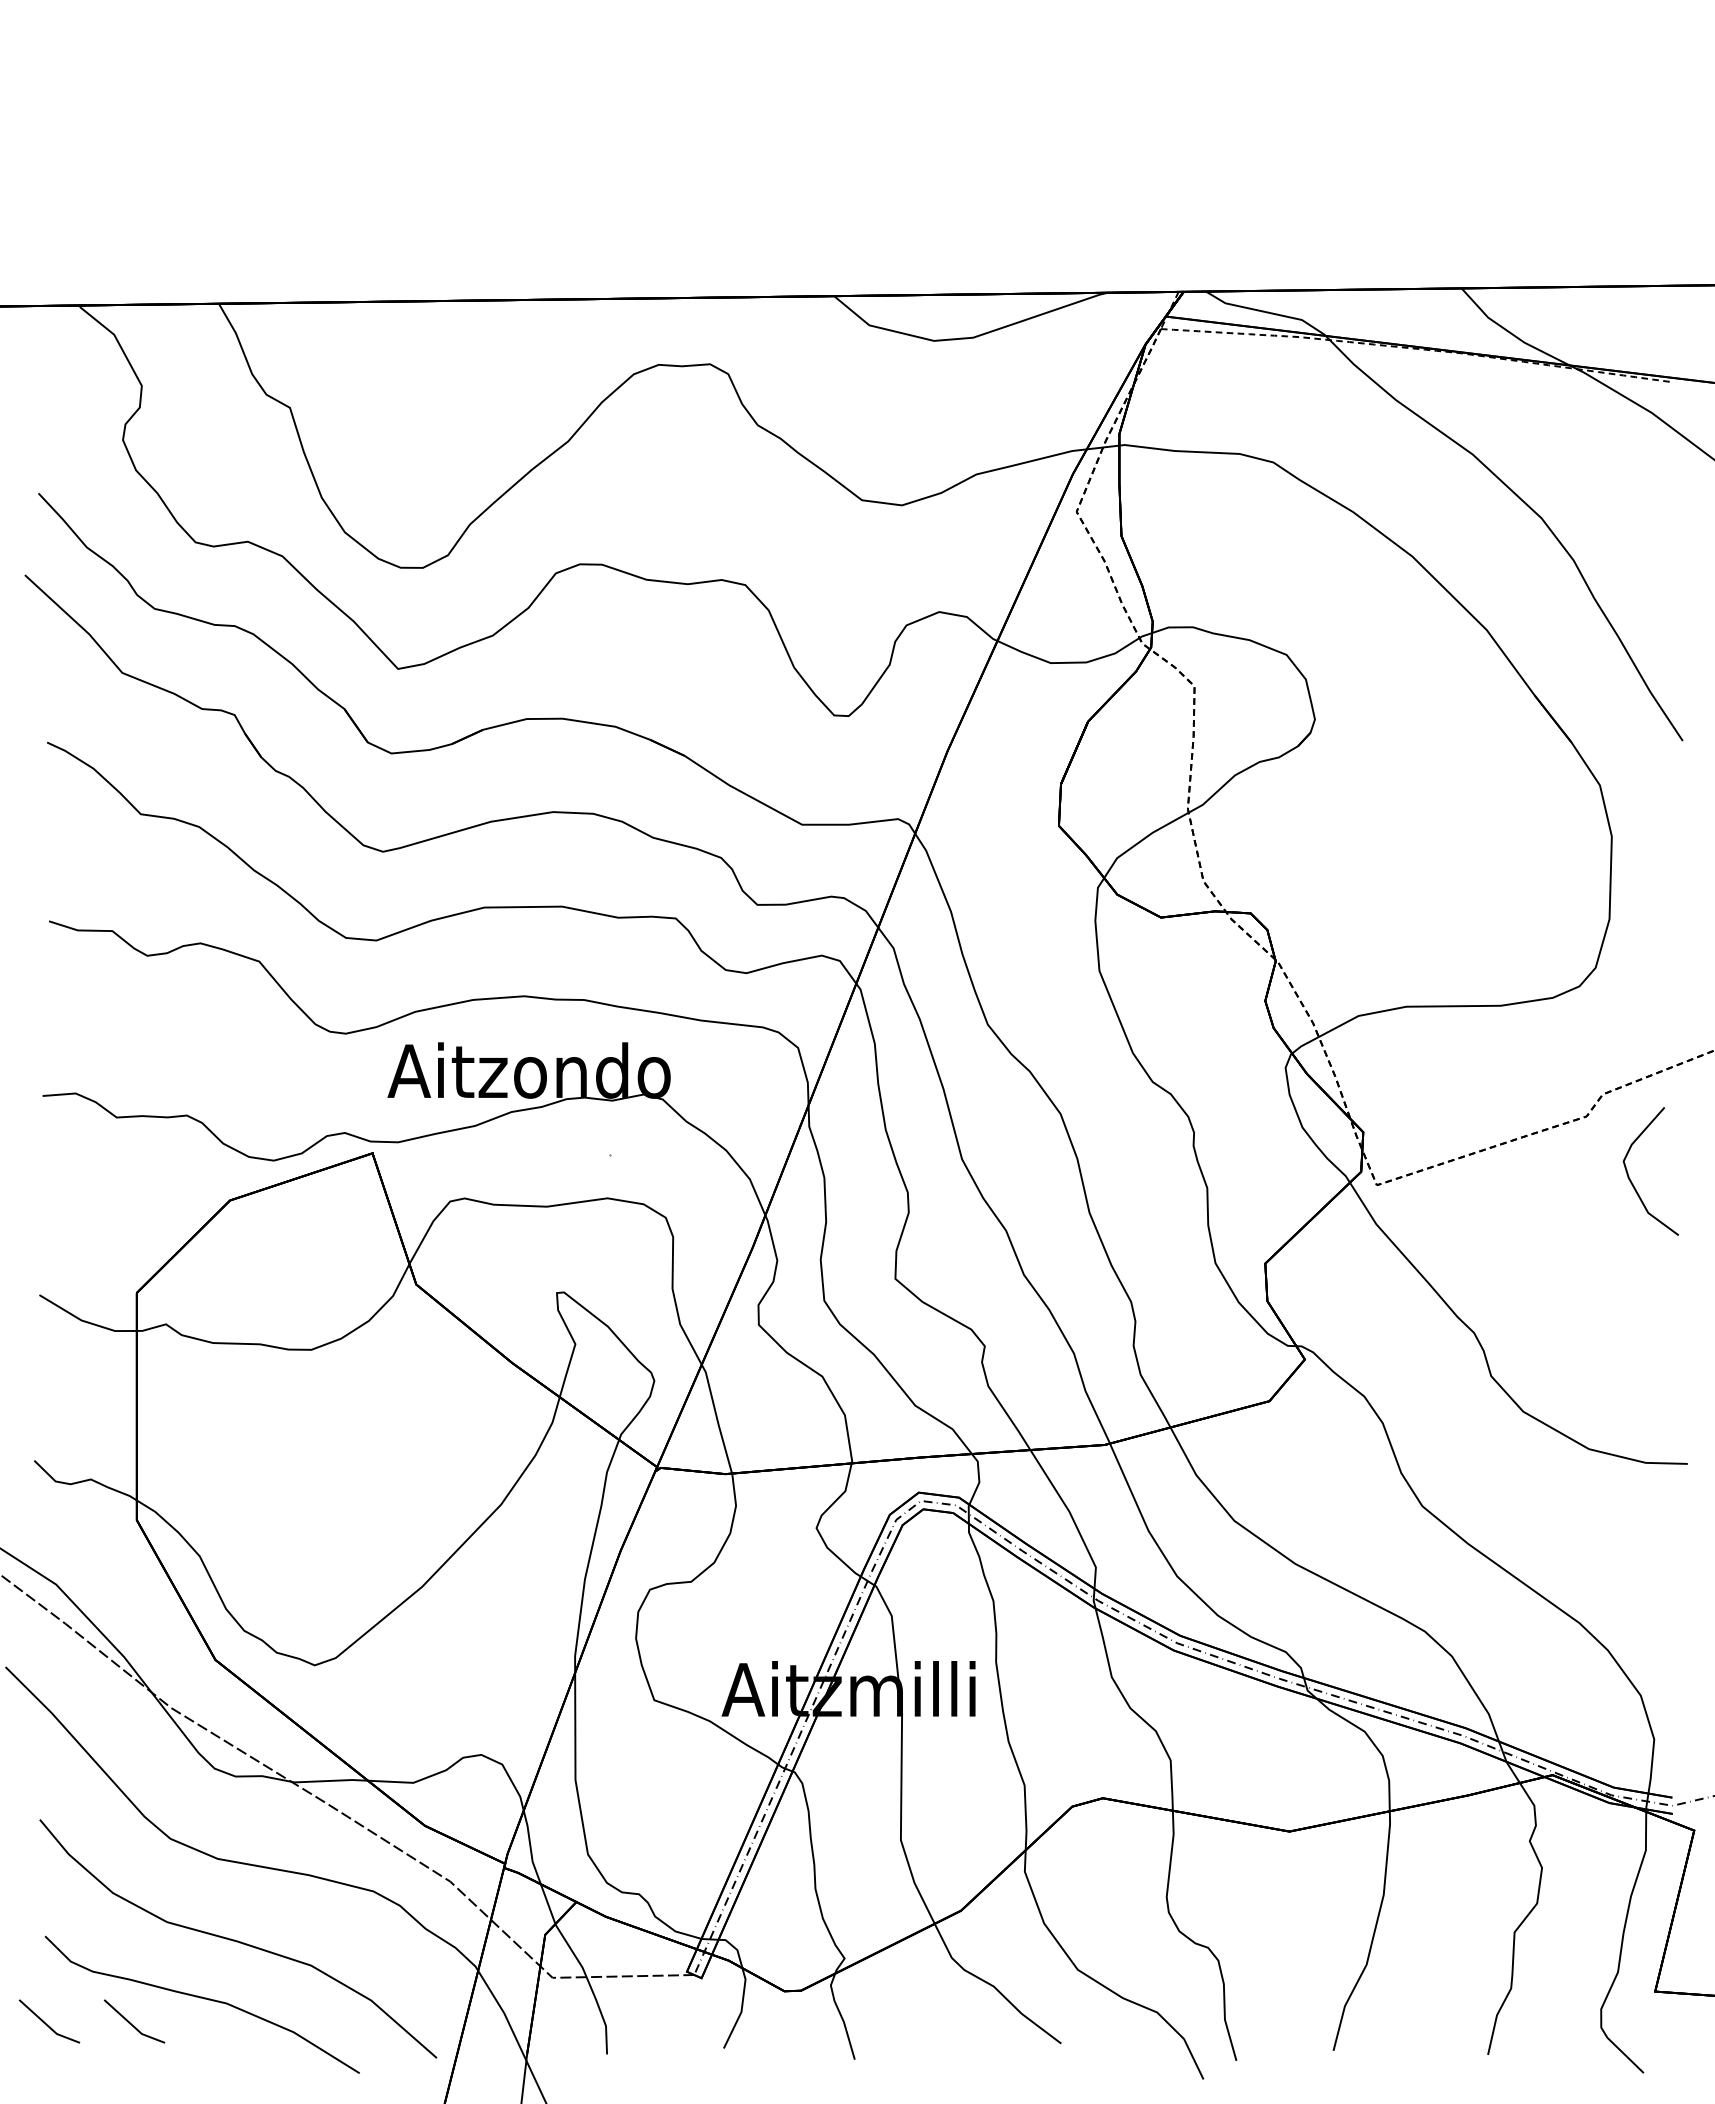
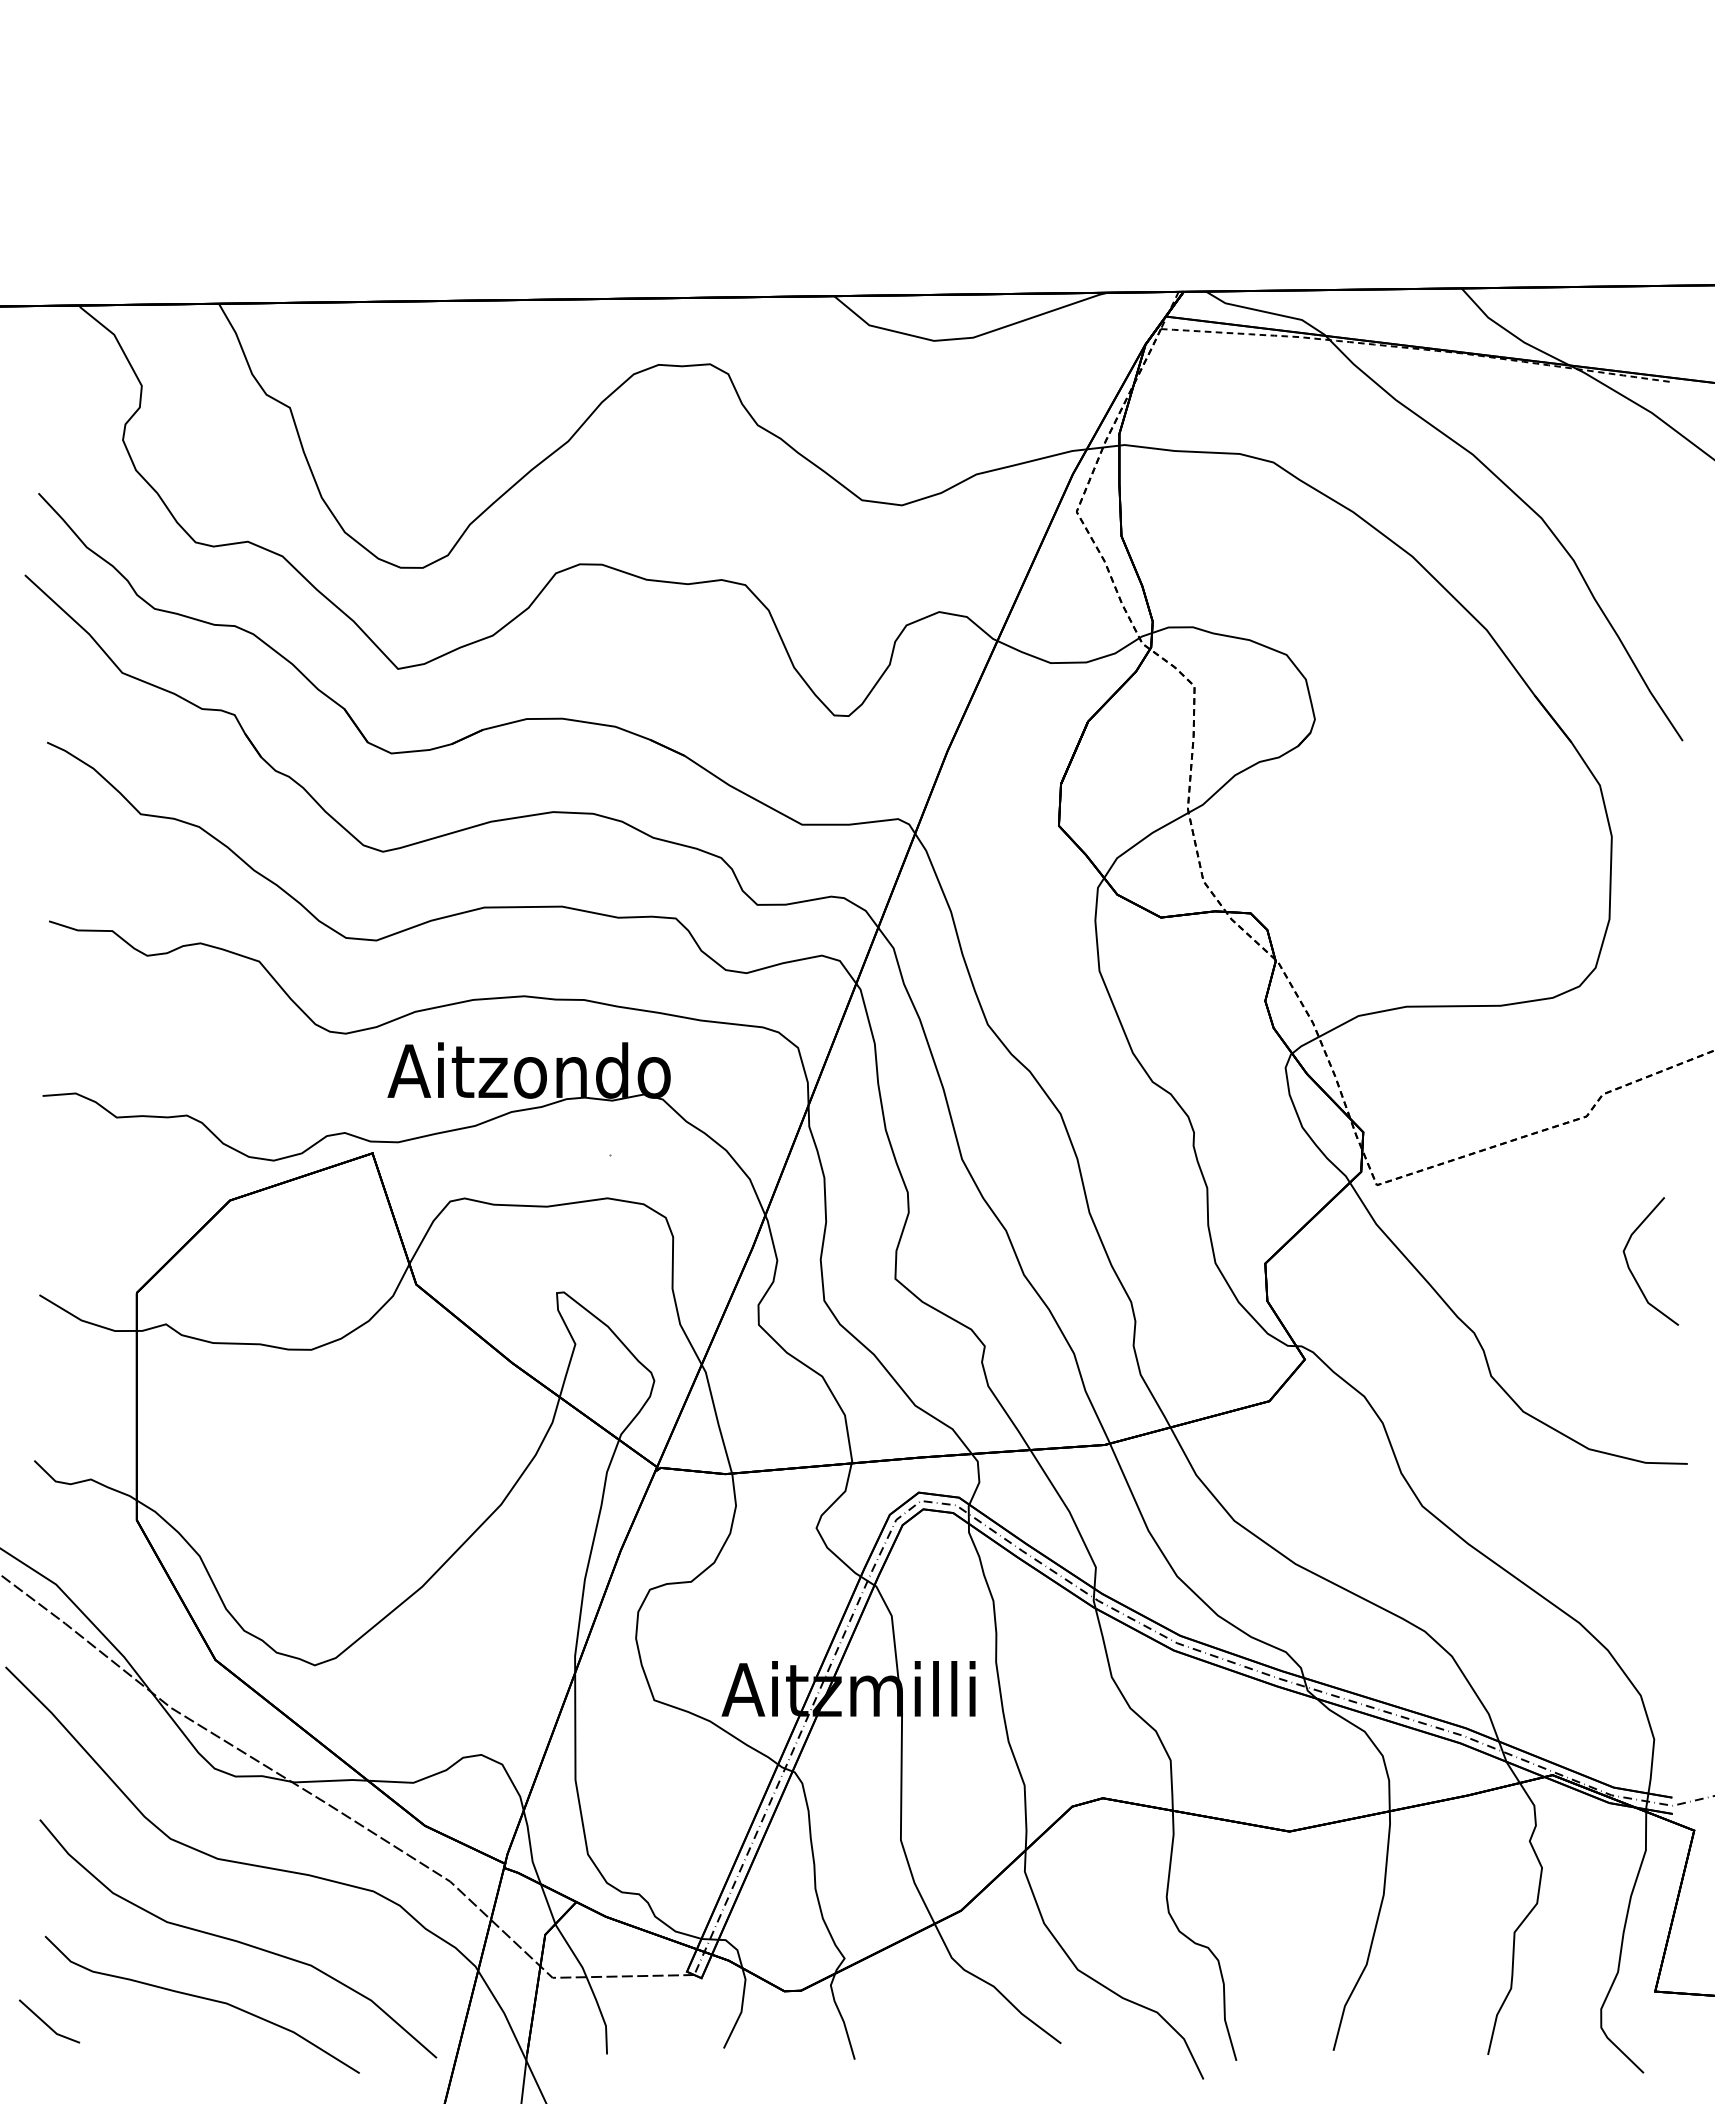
curve at (1631, 1180) position: (1631, 1180) -> (1631, 1270)
line at (131, 2023): present -> none
